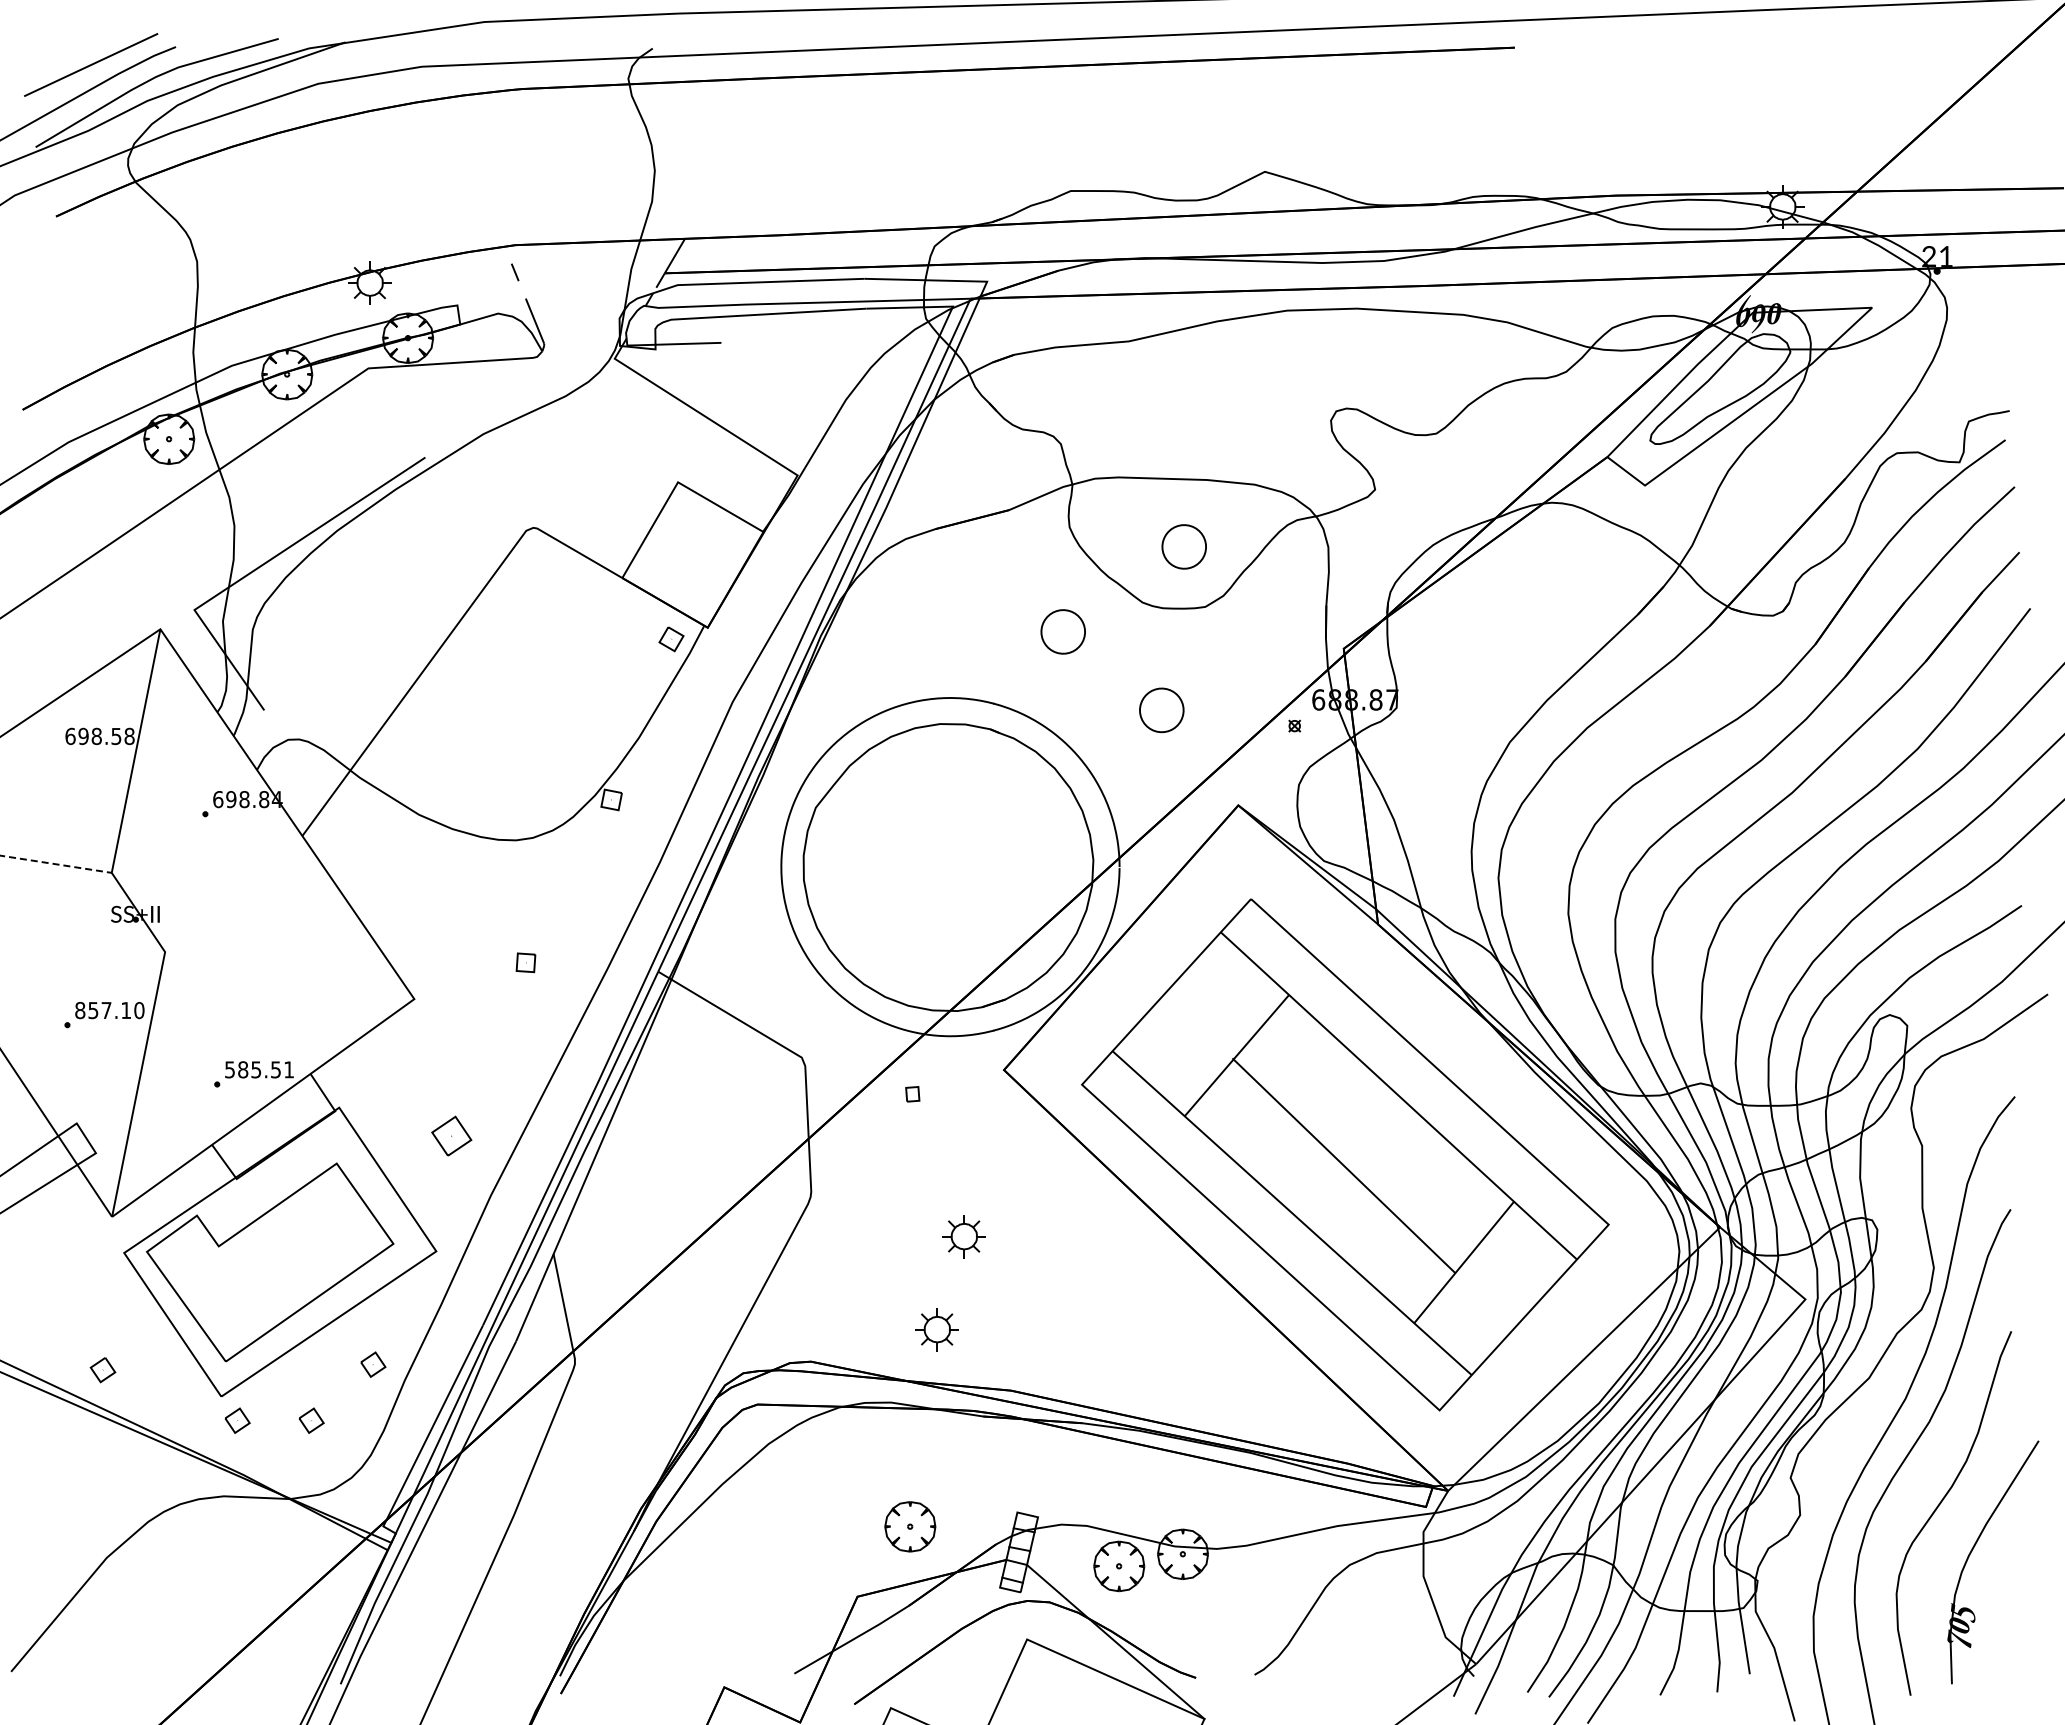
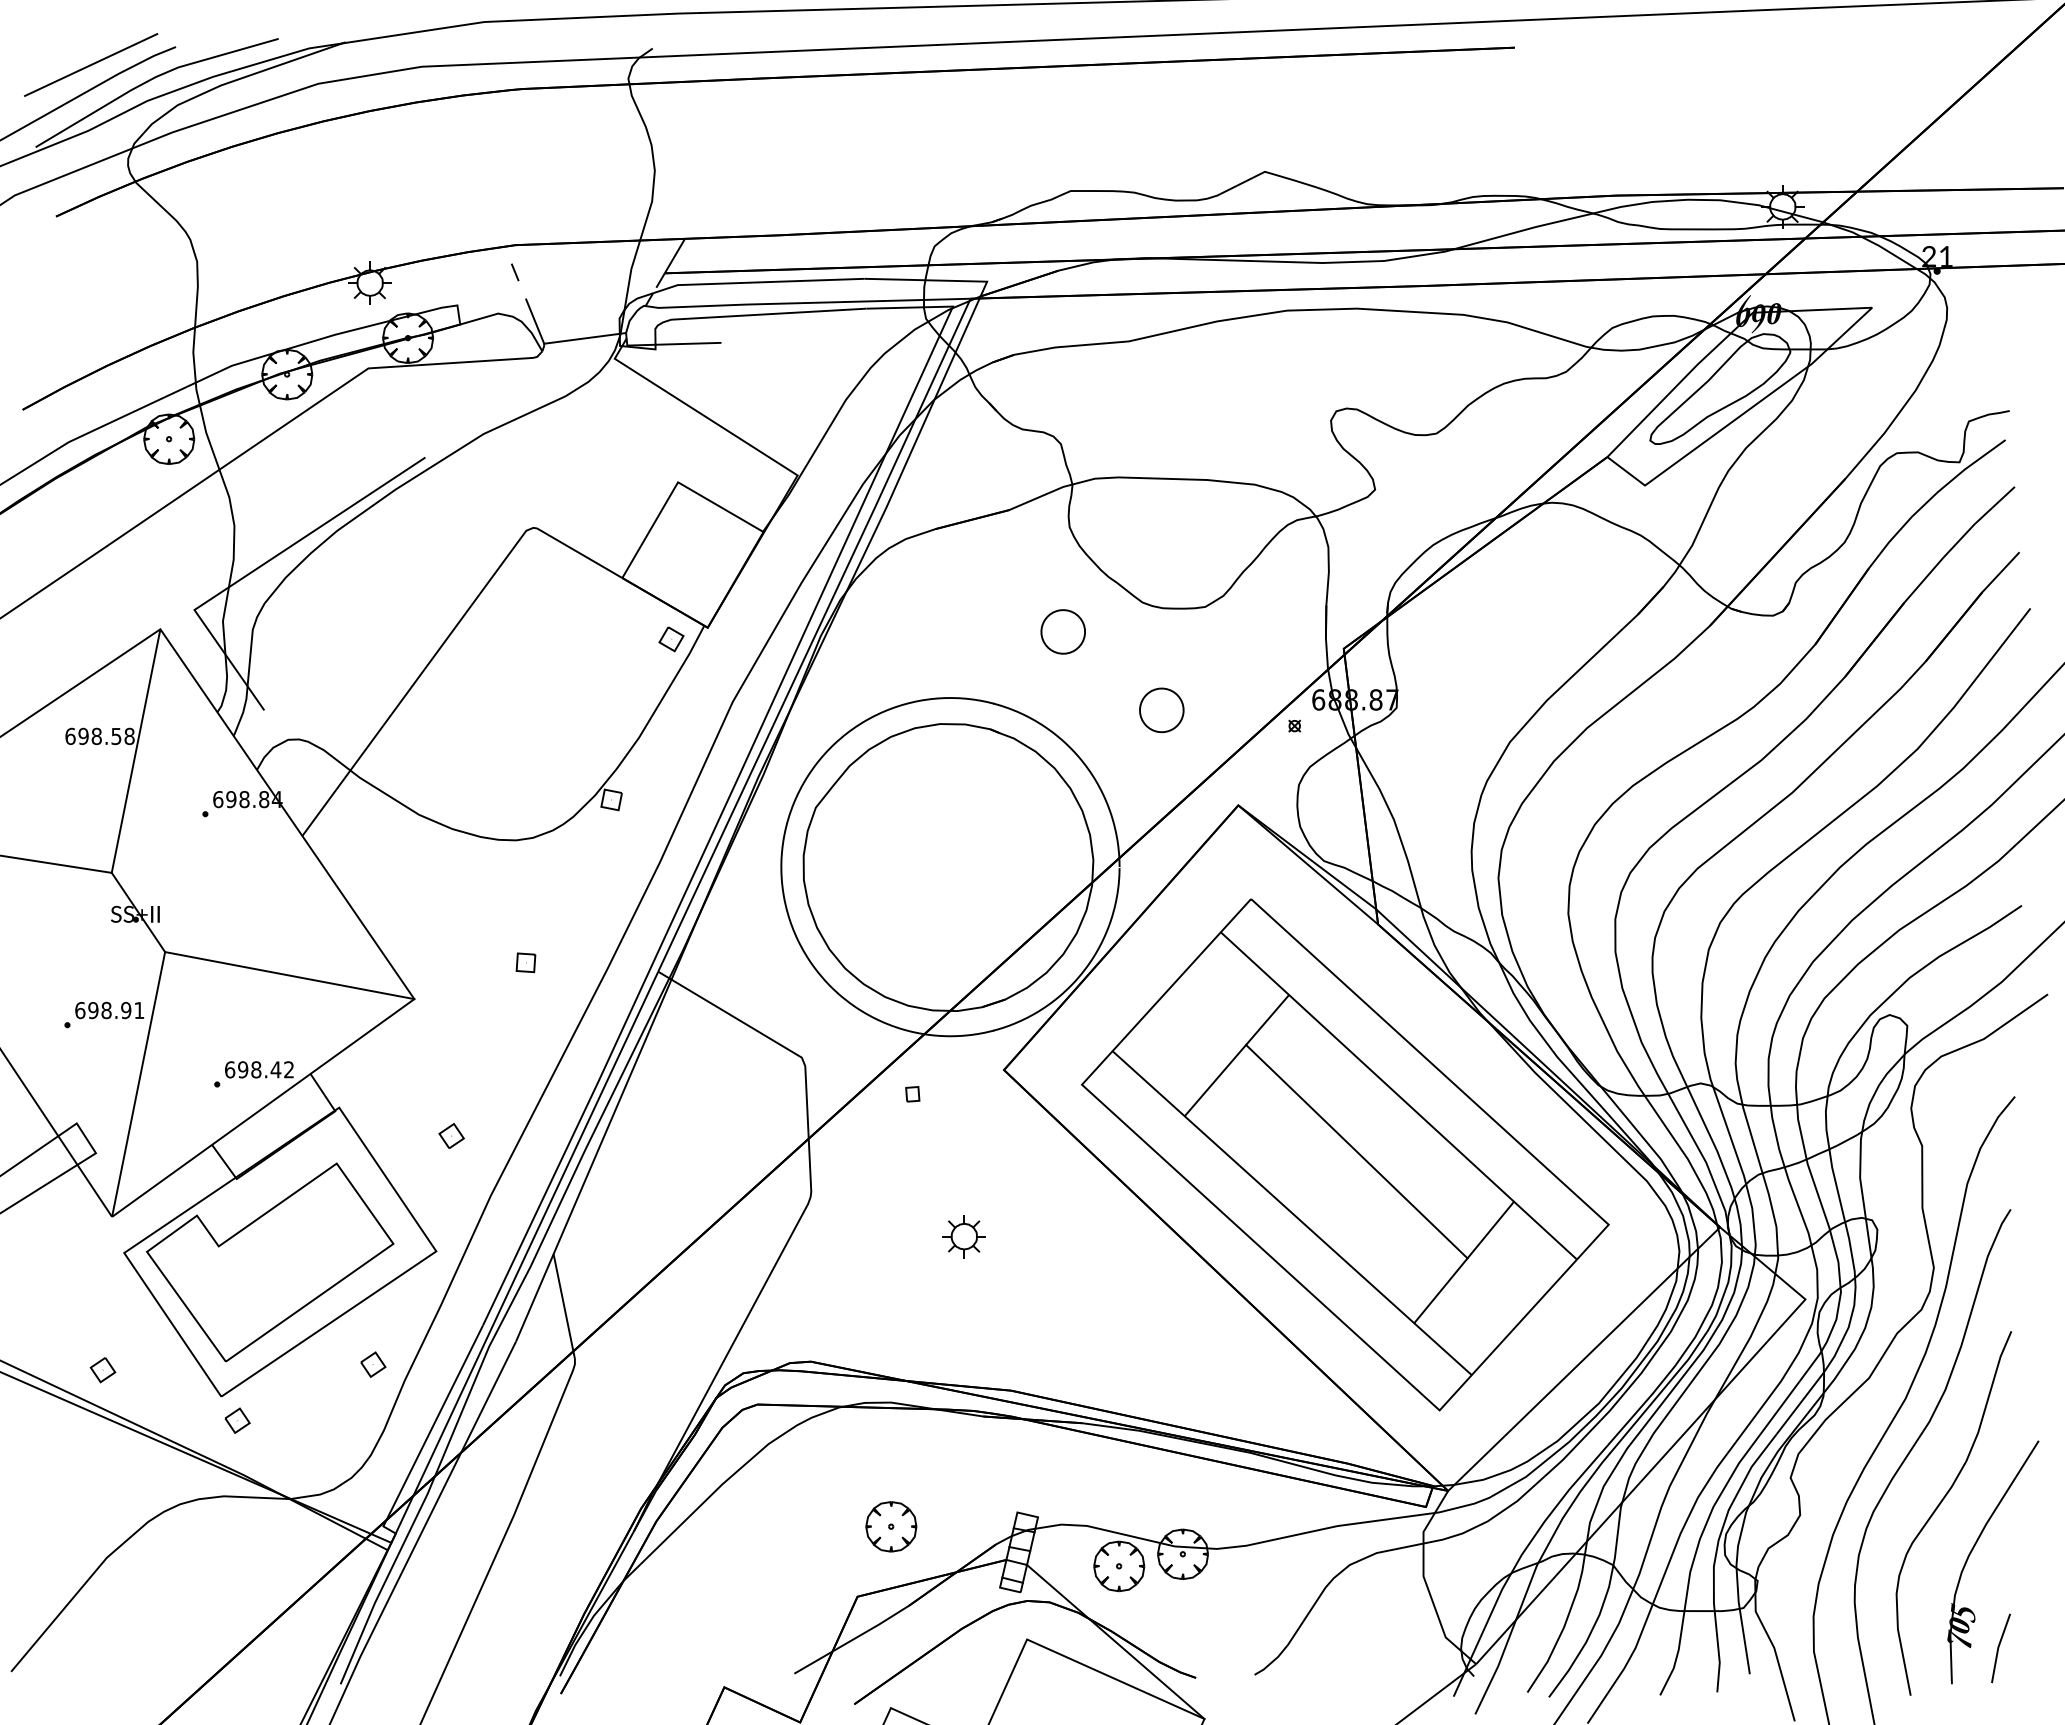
line at (585, 338): none -> present
part at (1183, 546): present -> none
line at (56, 864): dashed -> solid
line at (289, 975): none -> present
text at (109, 1010): 857.10 -> 698.91
text at (259, 1069): 585.51 -> 698.42
part at (451, 1135) size: 42x42 px -> 27x26 px
line at (1343, 1165) position: (1343, 1165) -> (1356, 1151)
part at (936, 1329): present -> none
part at (311, 1420): present -> none
part at (910, 1526) position: (910, 1526) -> (891, 1526)
line at (1999, 1647): none -> present
